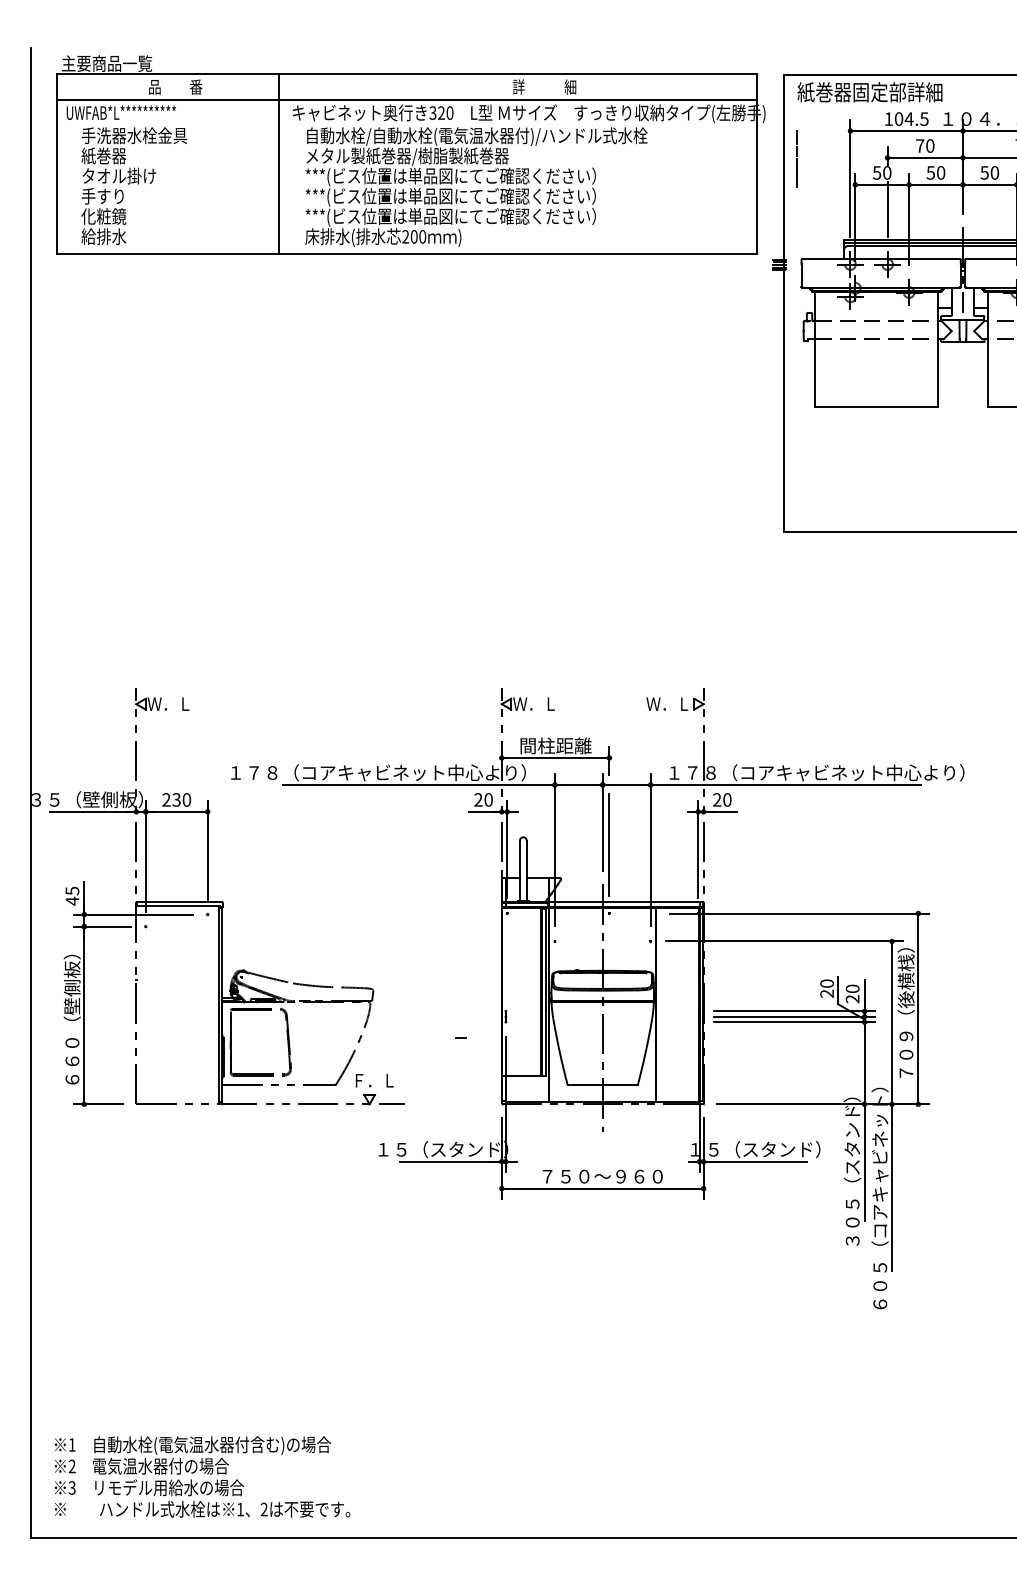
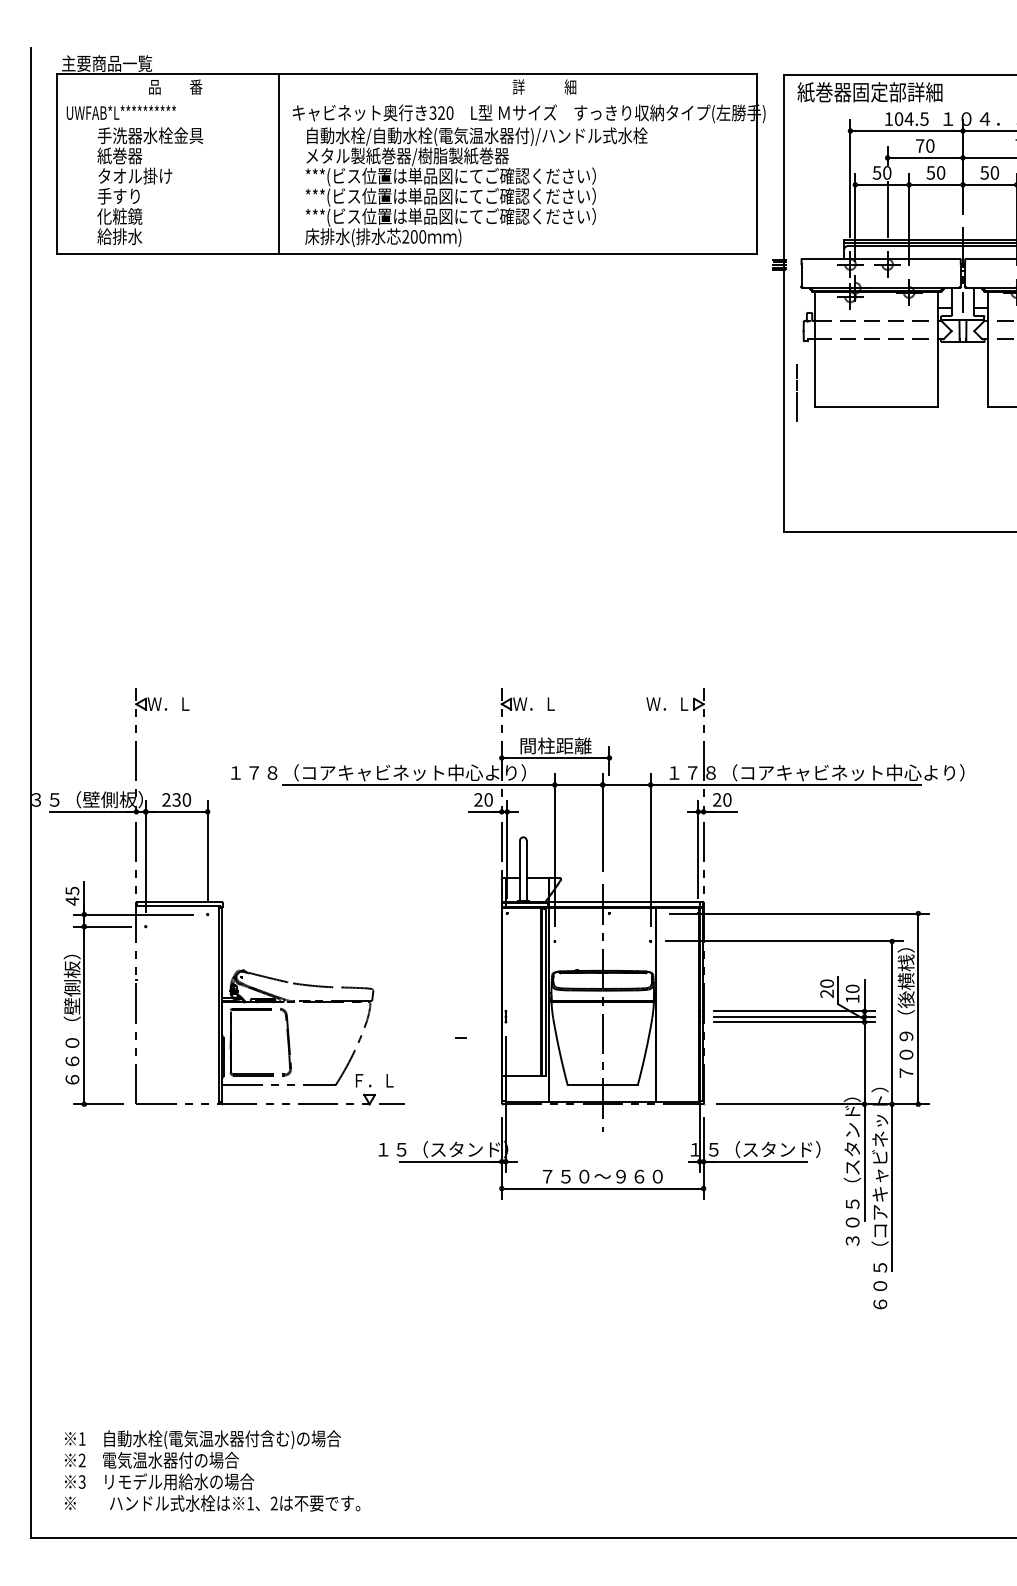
line at (406, 100): present -> none
line at (796, 158) position: (796, 158) -> (796, 392)
text at (134, 186) position: (134, 186) -> (150, 186)
line at (609, 844): present -> none
text at (852, 998): 20 -> 10
text at (202, 1476) position: (202, 1476) -> (212, 1470)
